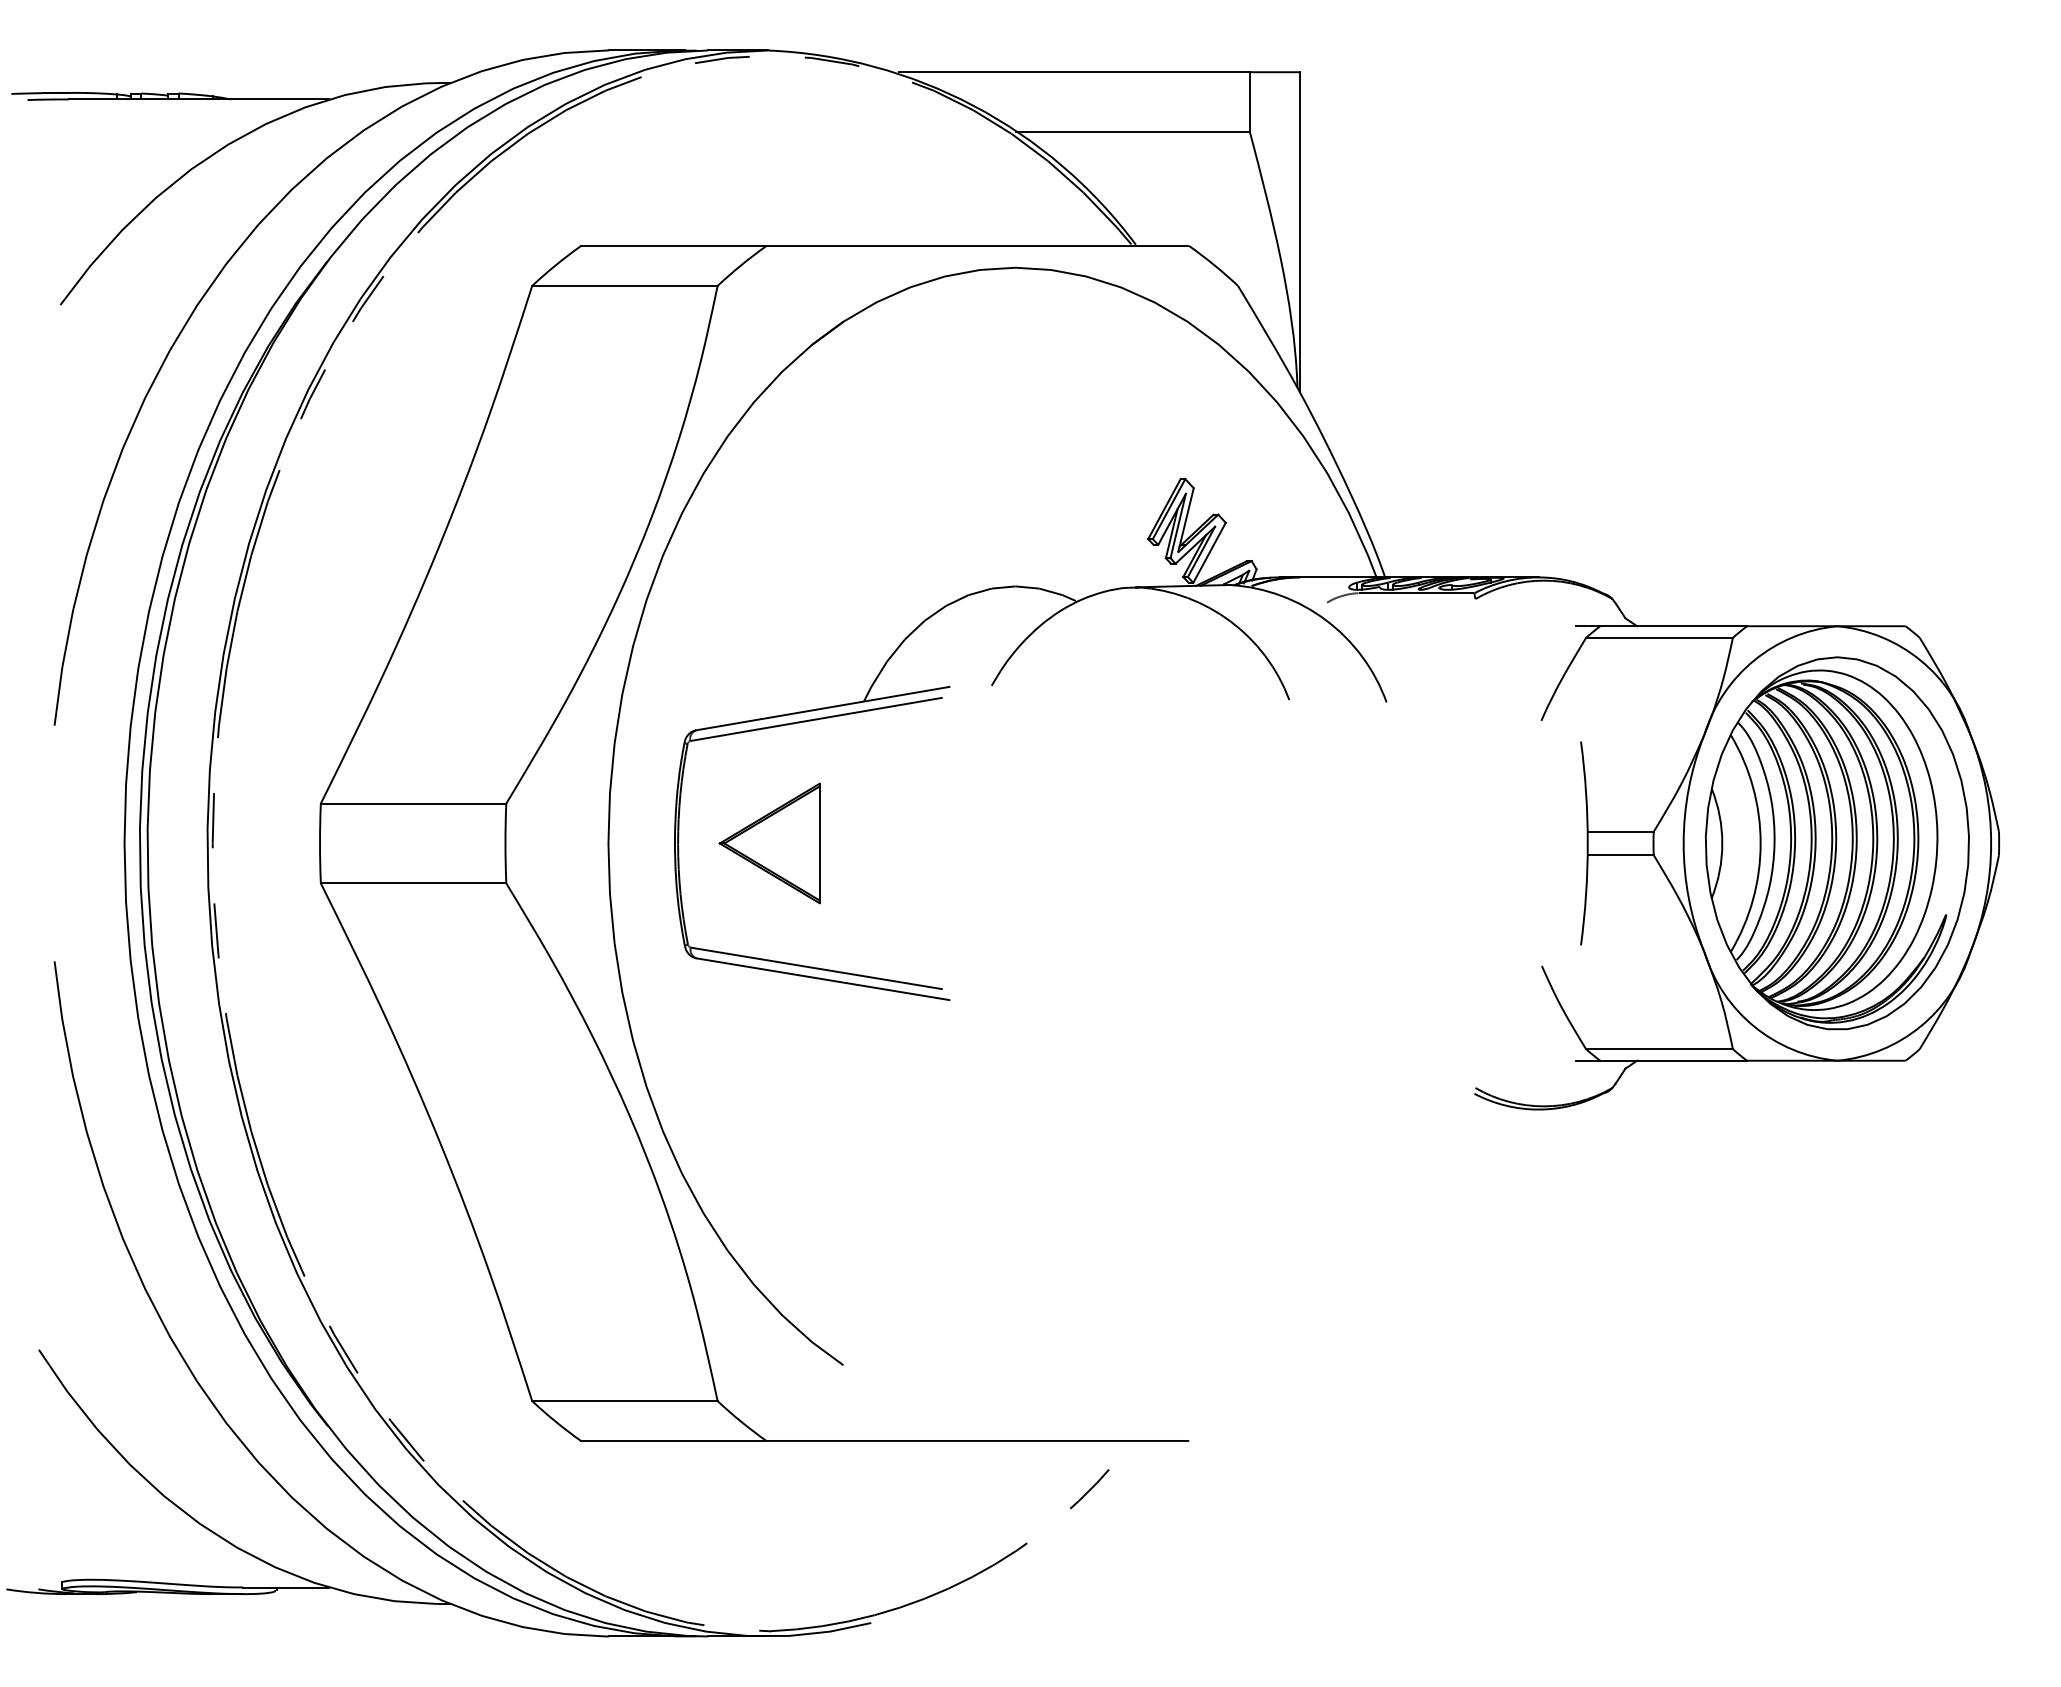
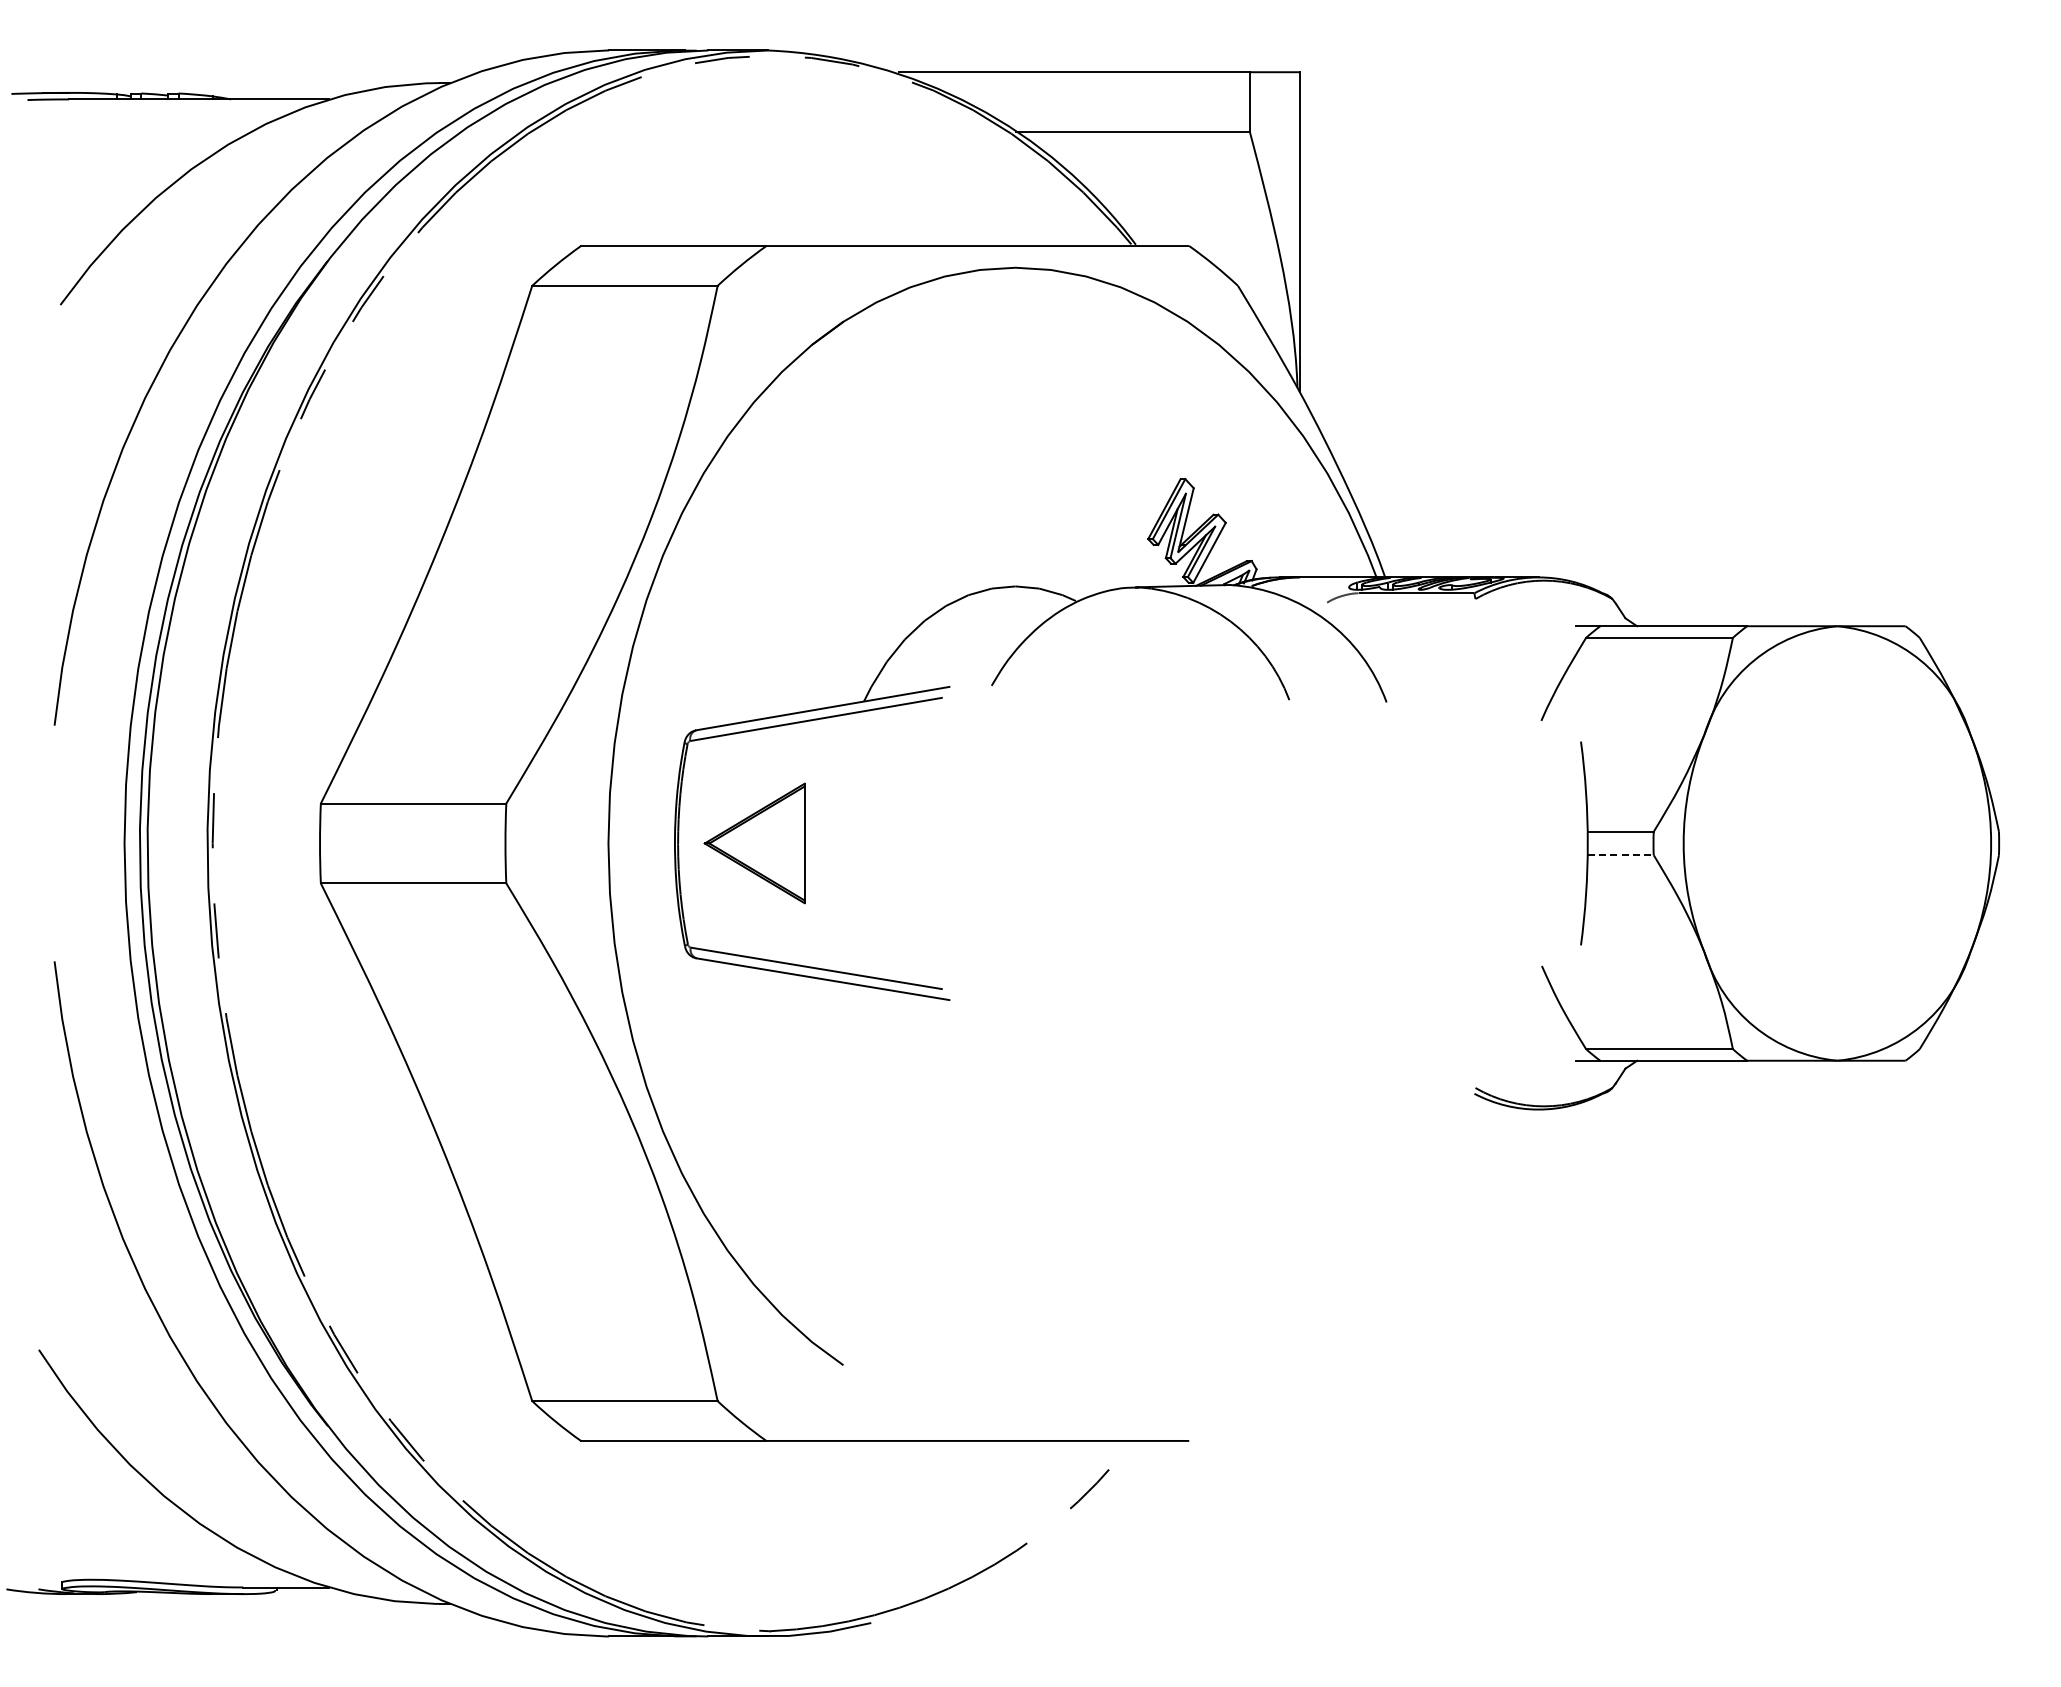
part at (769, 843) position: (769, 843) -> (754, 843)
part at (1836, 843): present -> none
line at (1621, 855): solid -> dashed
